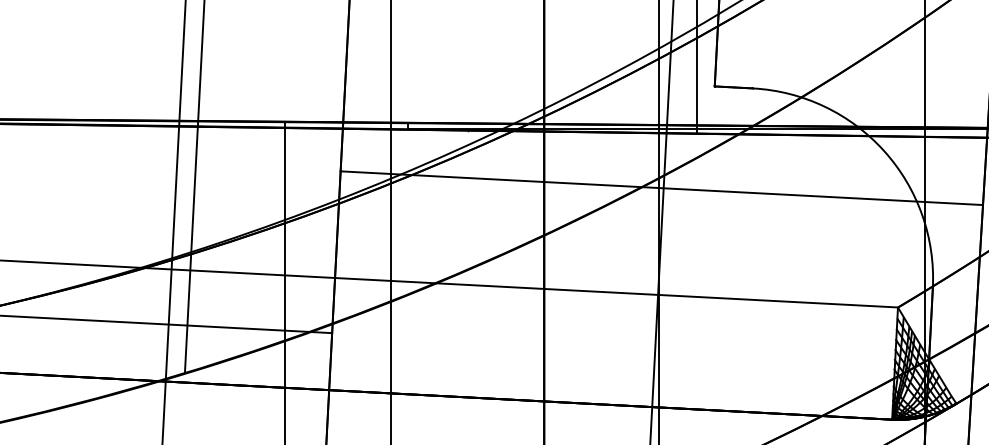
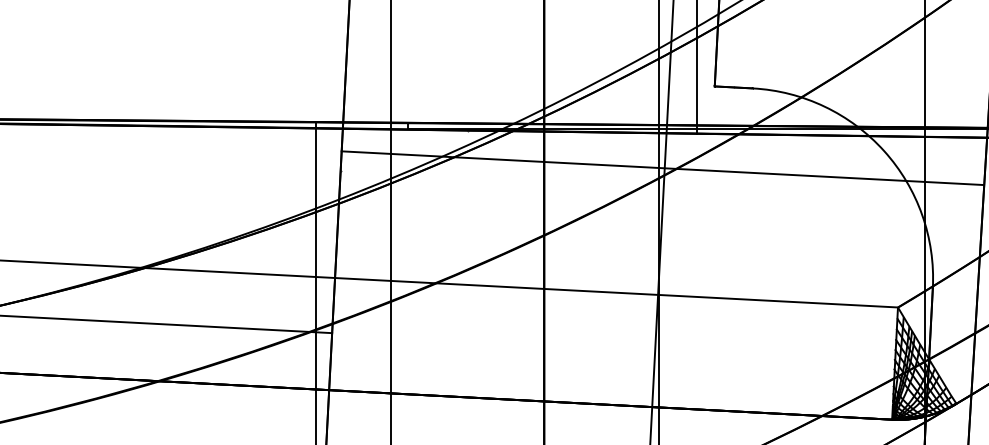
line at (194, 187): present -> none
line at (661, 188) position: (661, 188) -> (662, 168)
line at (173, 221): present -> none
line at (284, 281) position: (284, 281) -> (315, 281)
